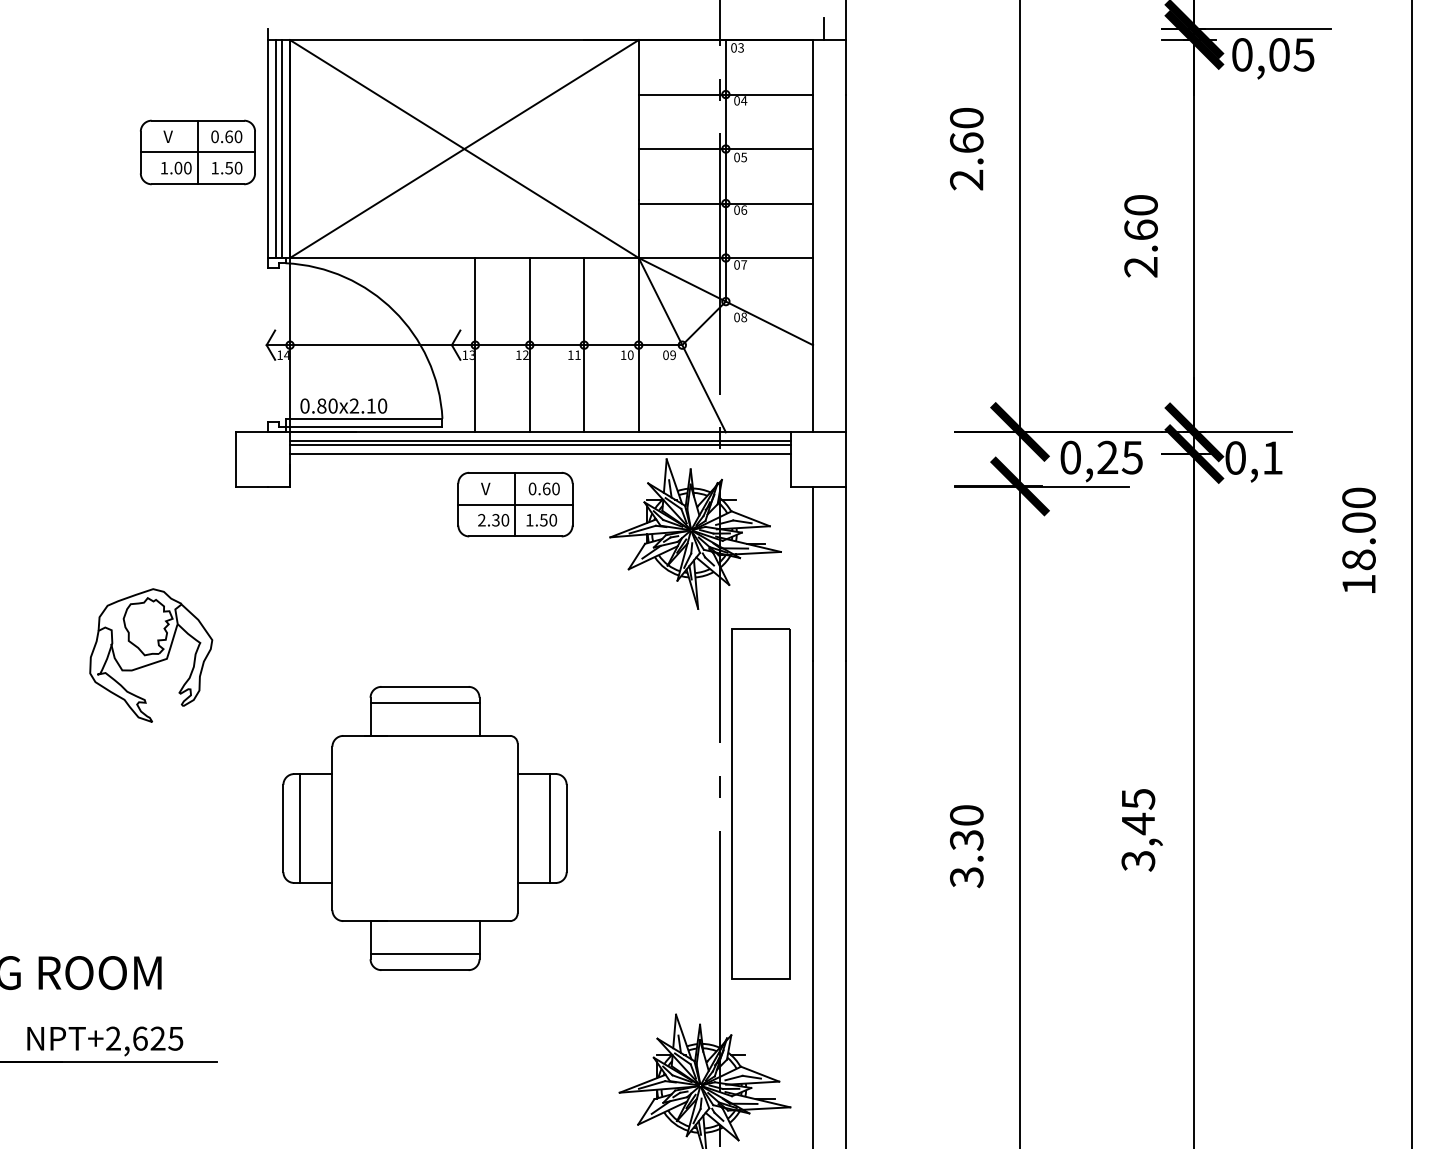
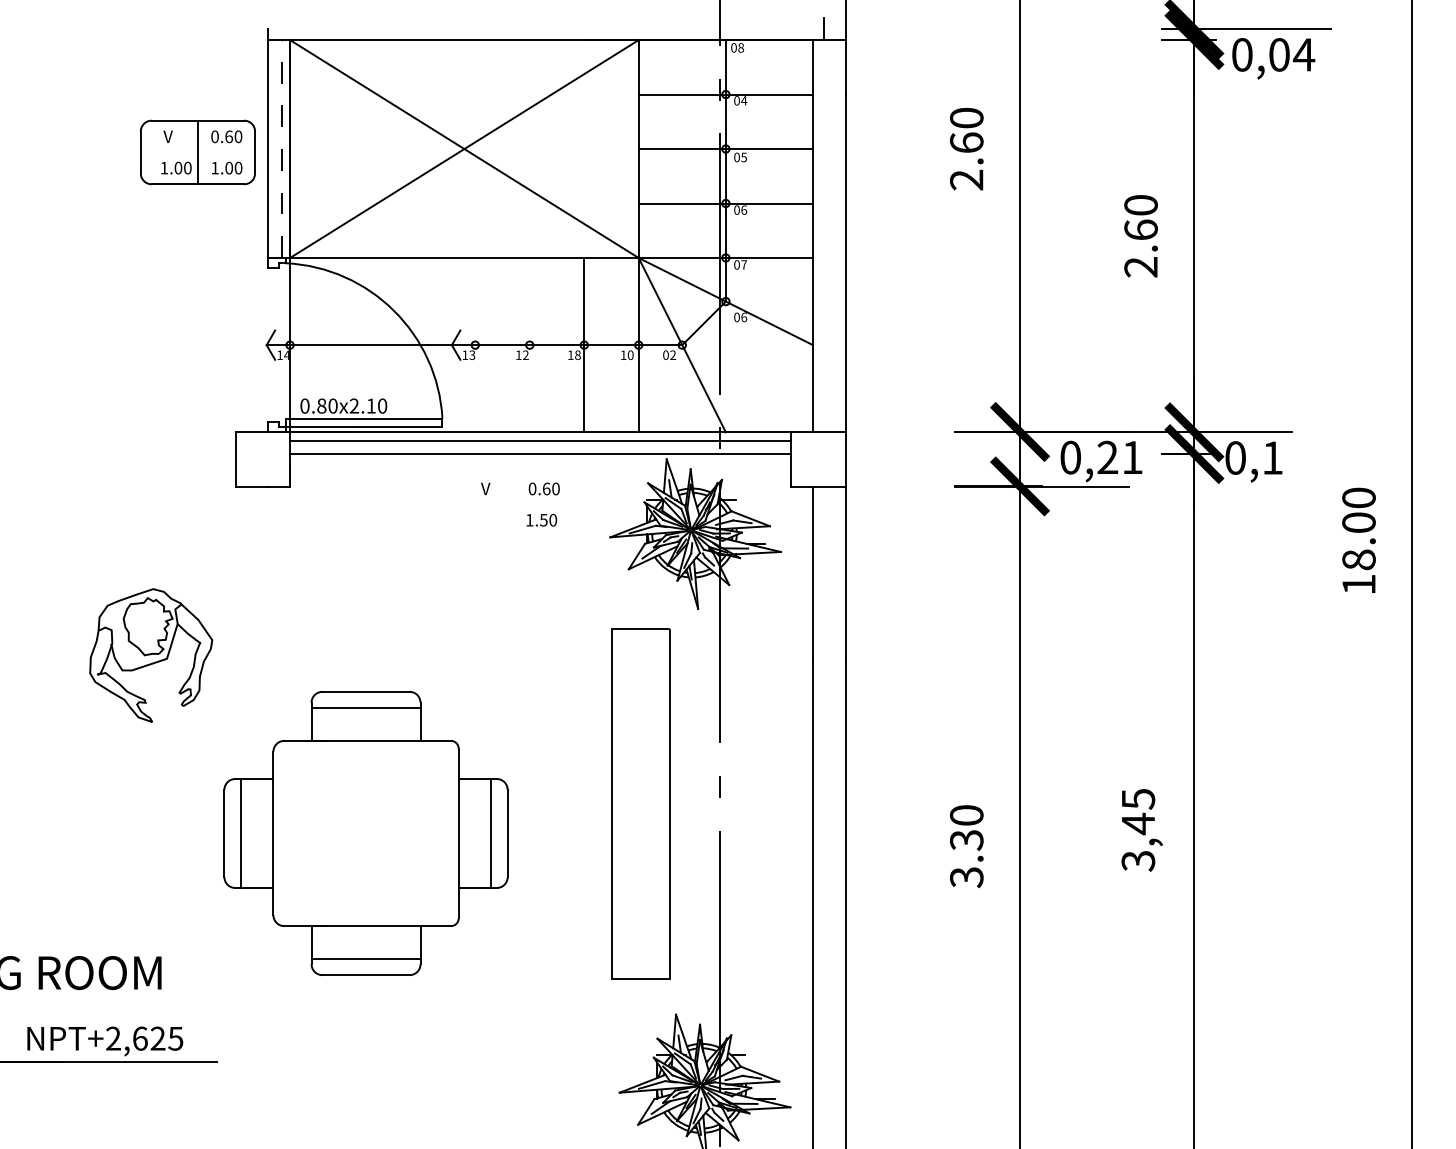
text at (741, 47): 03 -> 08
text at (1303, 54): 0,05 -> 0,04
line at (275, 149): present -> none
line at (282, 149): solid -> dashed
line at (197, 152): present -> none
text at (229, 167): 1.50 -> 1.00
text at (744, 317): 08 -> 06
line at (475, 345): present -> none
line at (529, 345): present -> none
text at (577, 354): 11 -> 18
text at (673, 355): 09 -> 02
line at (540, 445): present -> none
text at (1131, 457): 0,25 -> 0,21
part at (515, 504): present -> none
part at (760, 803) position: (760, 803) -> (640, 803)
part at (424, 828) position: (424, 828) -> (365, 833)
